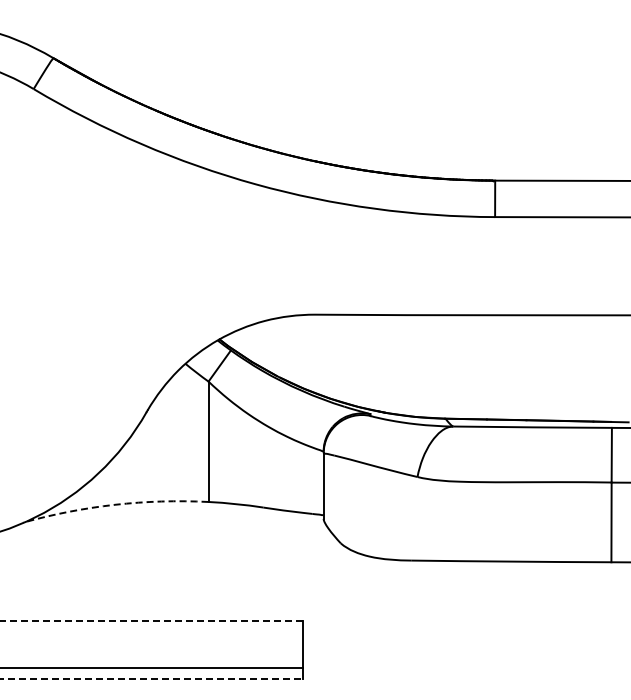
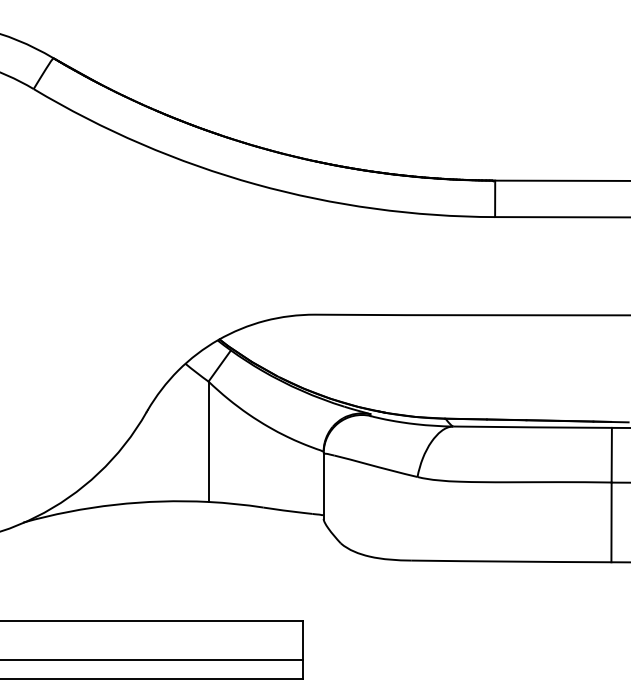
arc at (114, 504): dashed -> solid
line at (151, 621): dashed -> solid
line at (152, 667) position: (152, 667) -> (152, 659)
line at (151, 679): dashed -> solid
